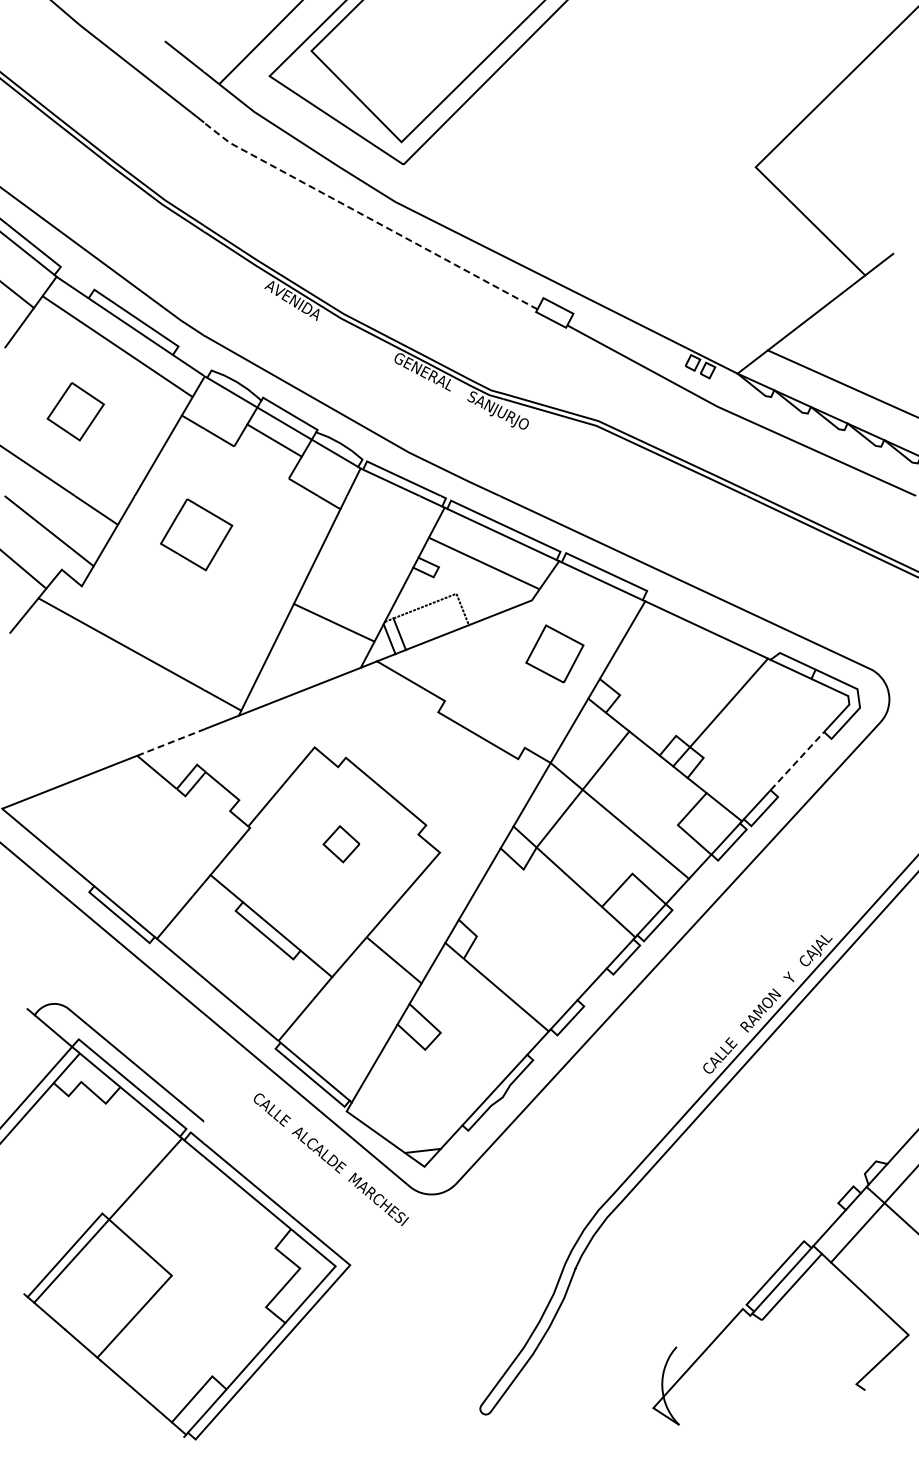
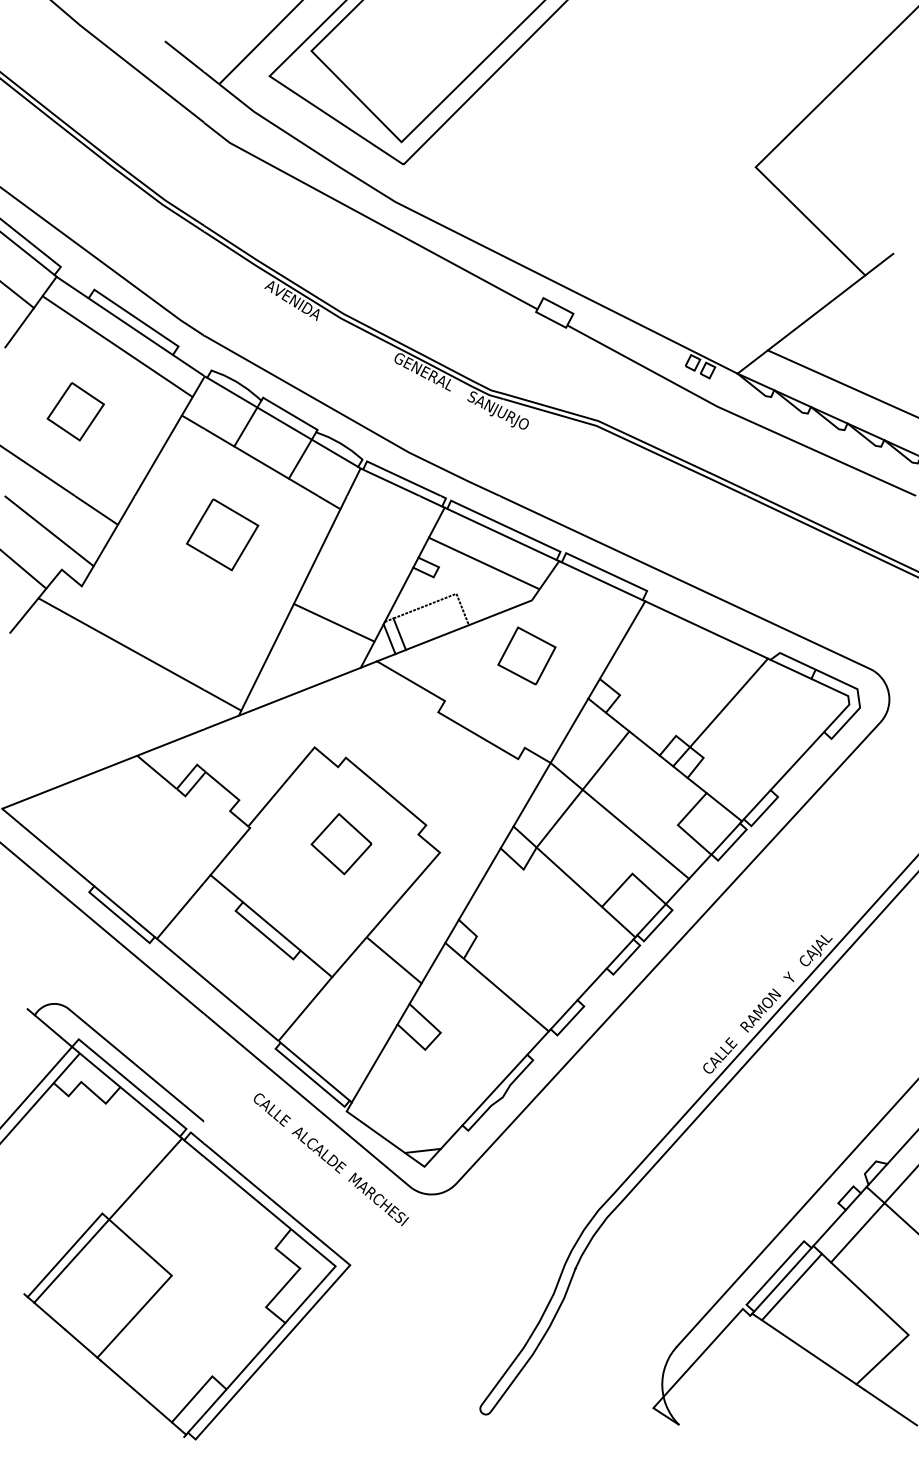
line at (367, 217): dashed -> solid
line at (274, 440) position: (274, 440) -> (261, 462)
part at (196, 534) position: (196, 534) -> (222, 534)
part at (554, 653) position: (554, 653) -> (526, 655)
line at (171, 742): dashed -> solid
line at (797, 760): dashed -> solid
part at (341, 844) size: 39x39 px -> 63x63 px
line at (795, 1214): none -> present
line at (808, 1352): none -> present
line at (889, 1406): none -> present
